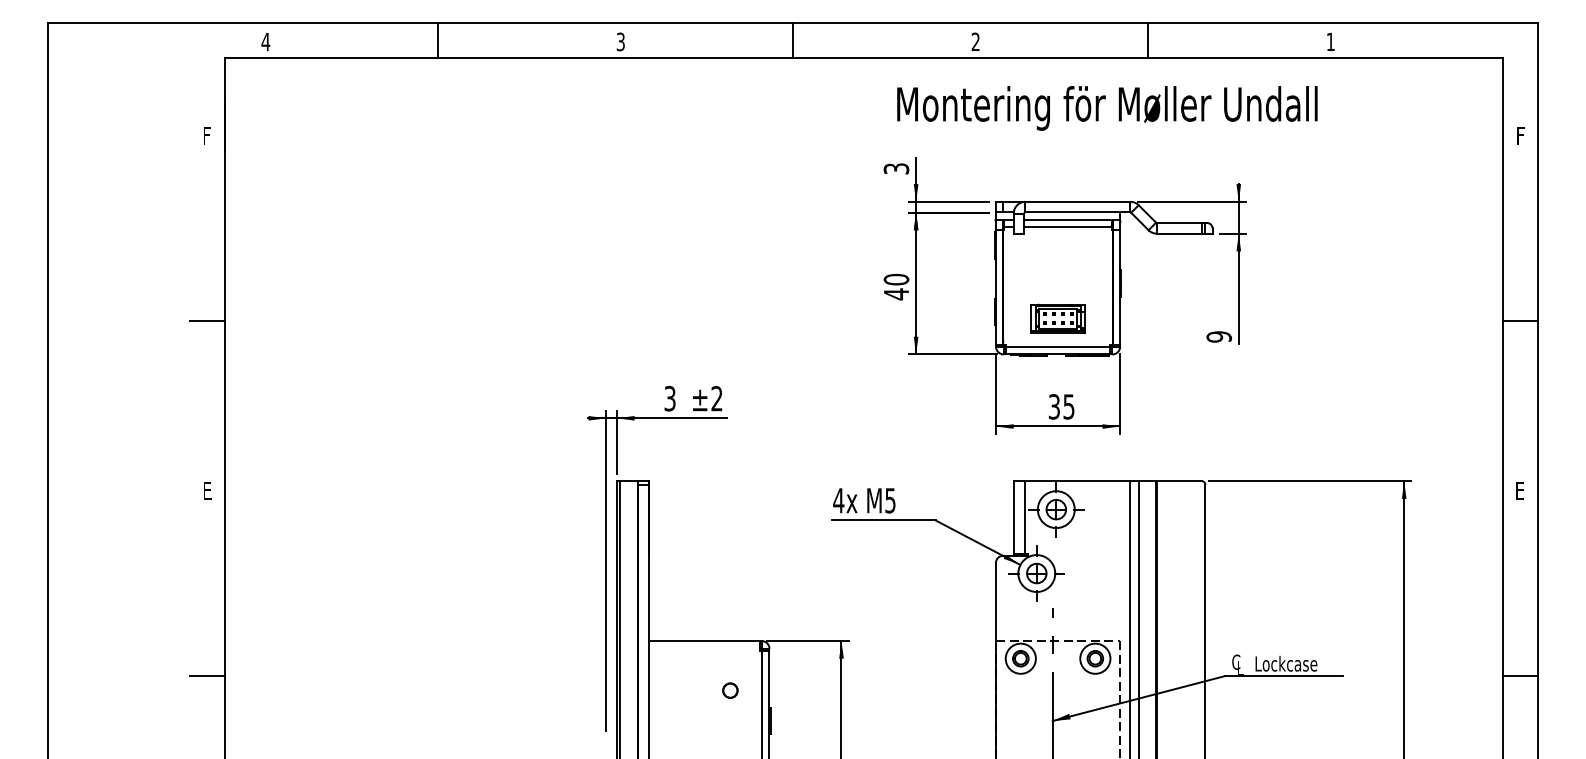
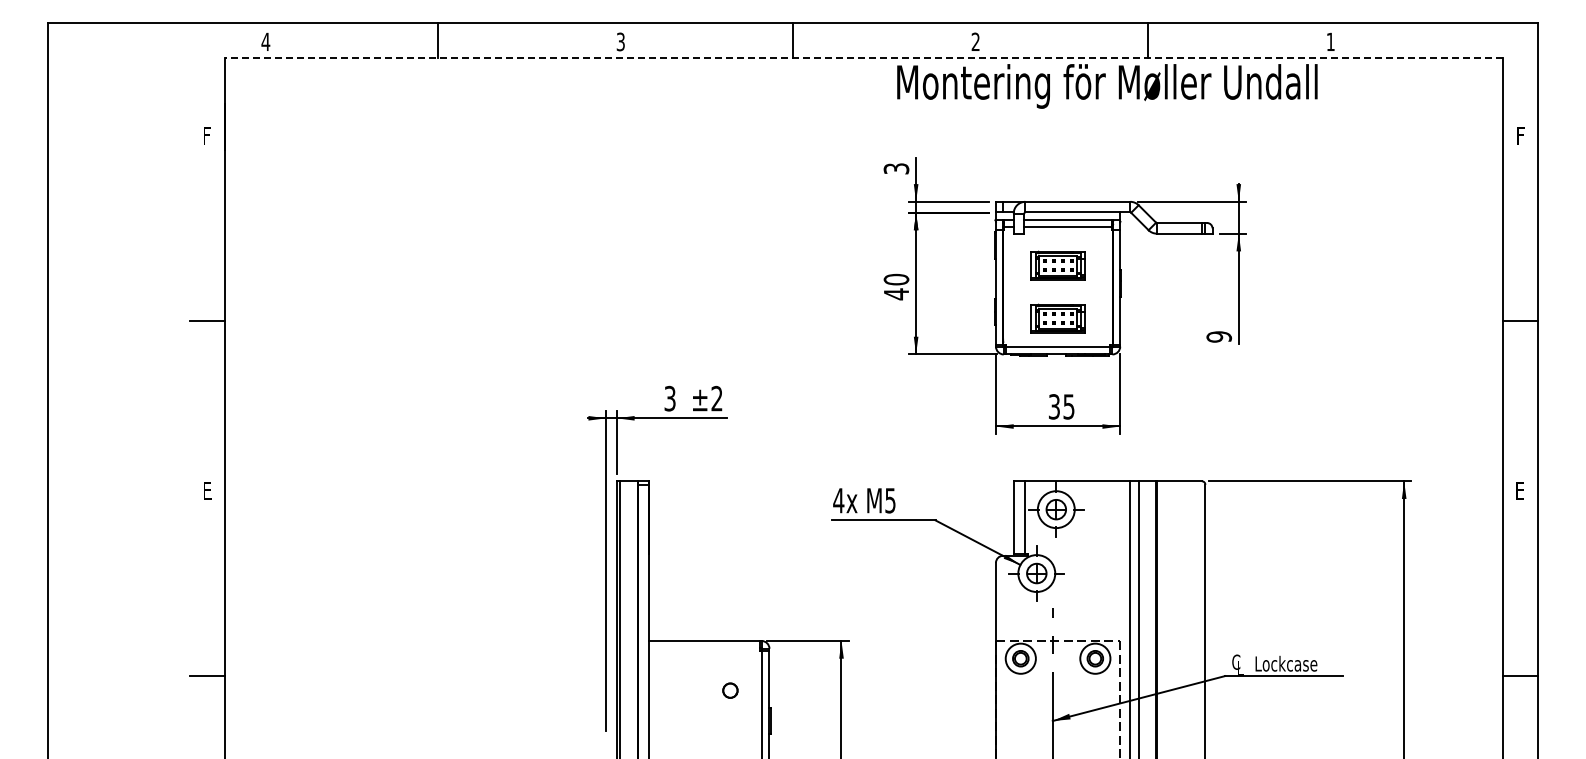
line at (863, 58): solid -> dashed
text at (1107, 108) position: (1107, 108) -> (1107, 86)
part at (1057, 265): none -> present
